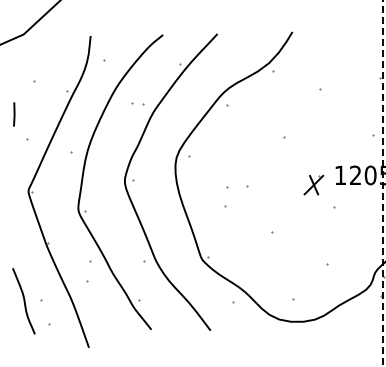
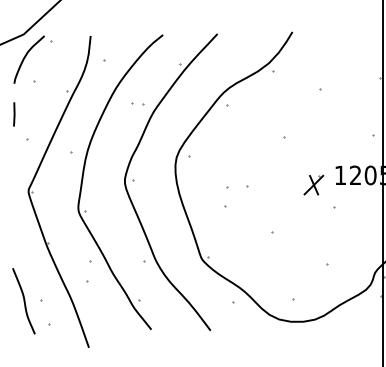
part at (26, 56): none -> present
line at (383, 183): dashed -> solid
